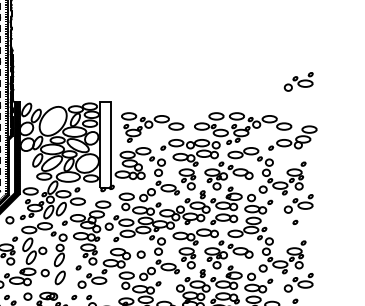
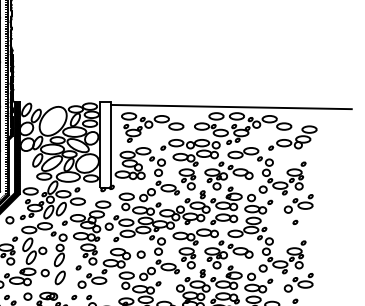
part at (298, 81): present -> none
line at (0, 96): dashed -> solid
line at (231, 106): none -> present
